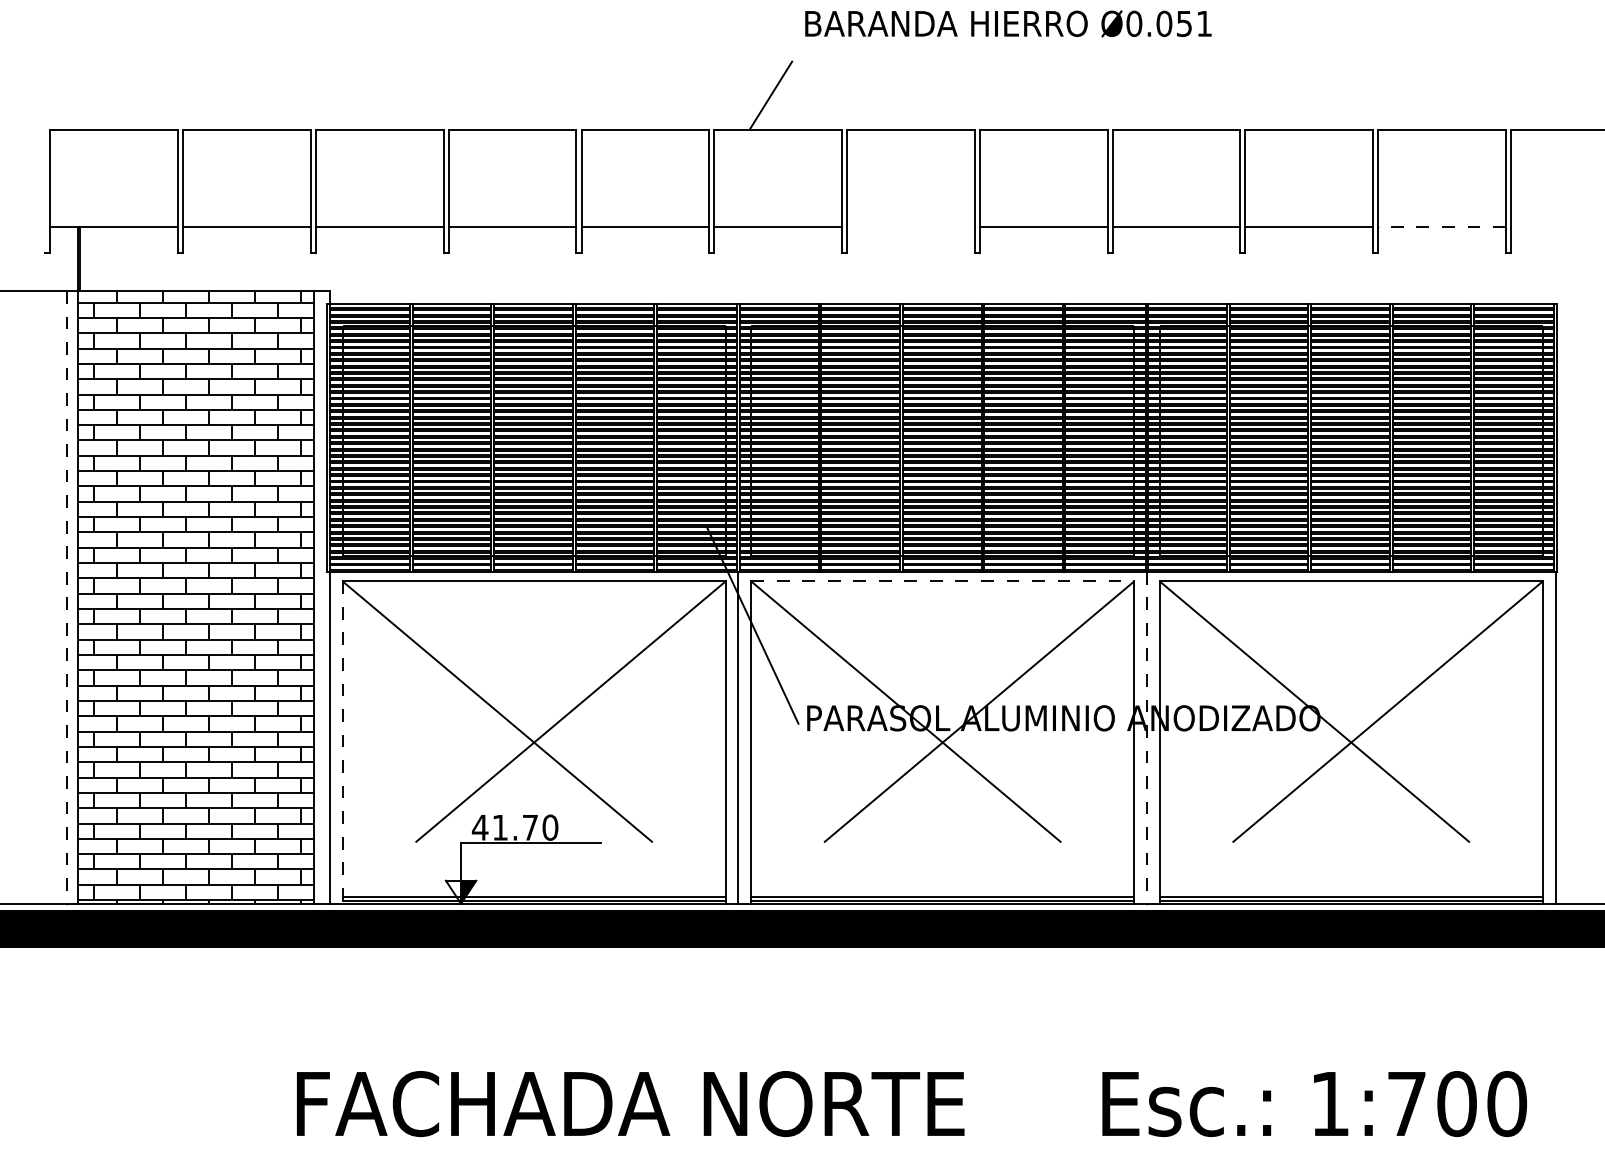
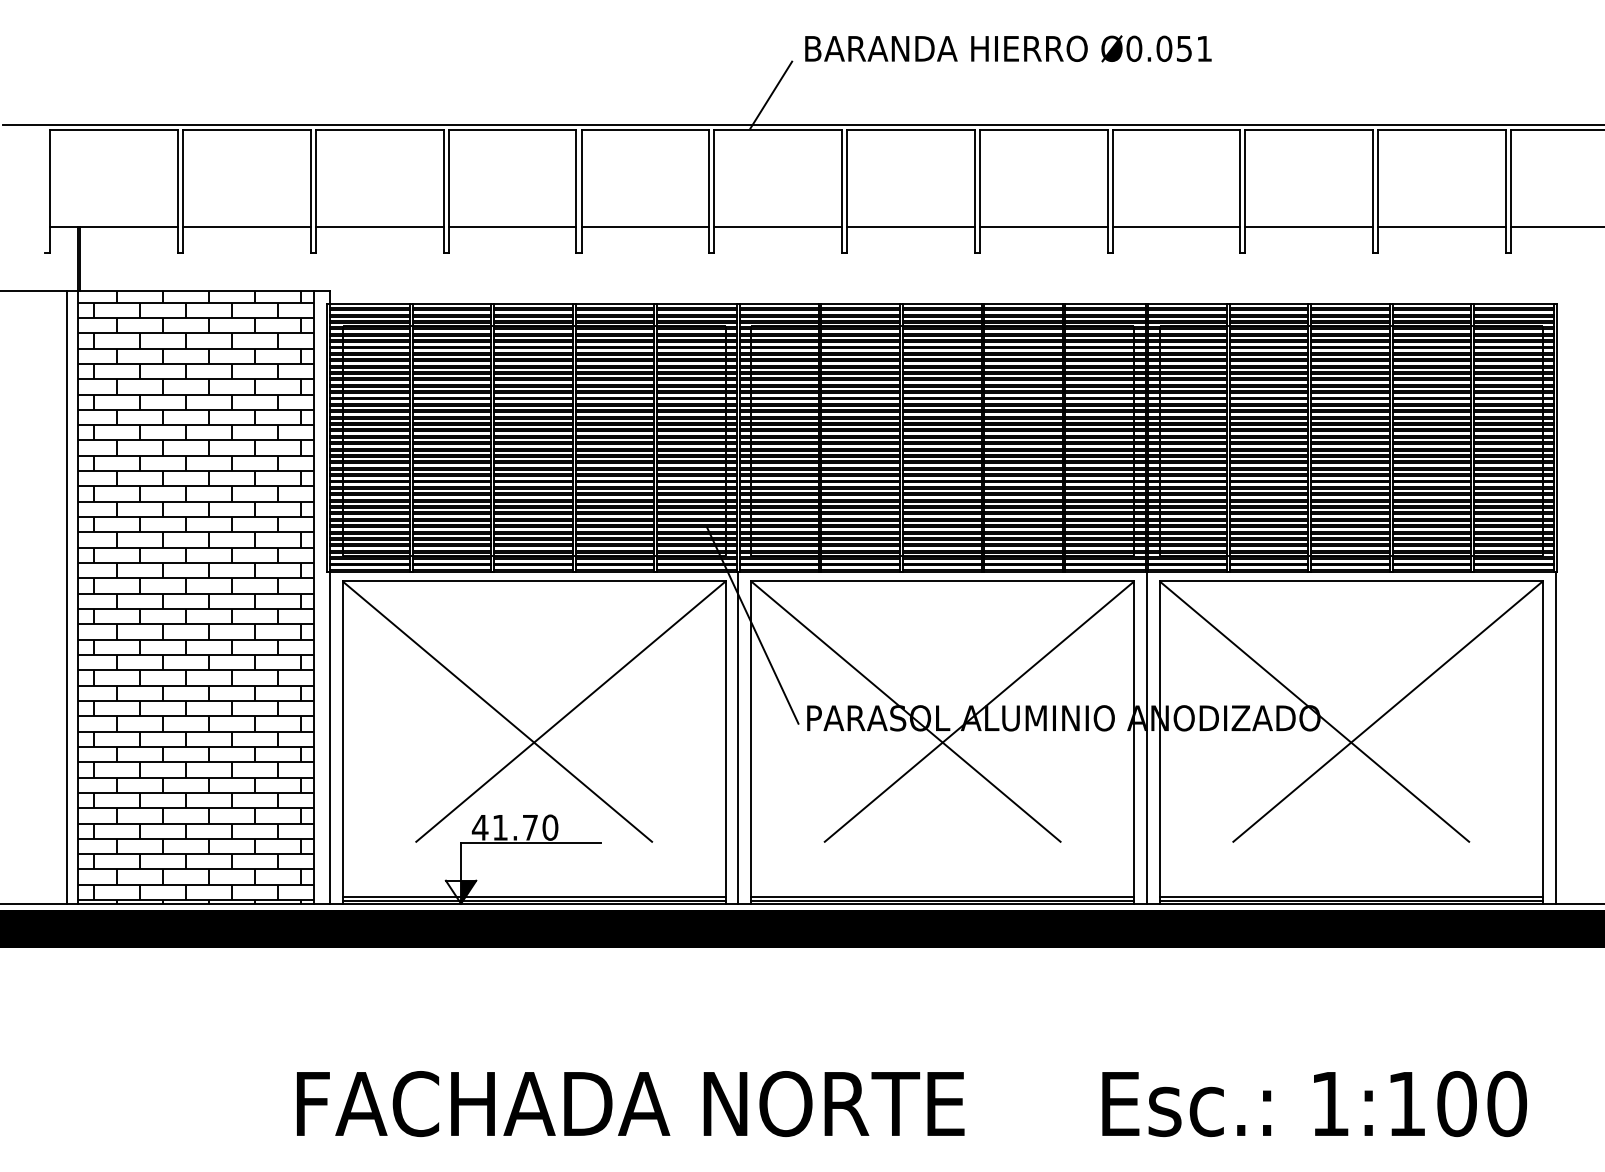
text at (1008, 23) position: (1008, 23) -> (1008, 48)
line at (802, 125): none -> present
line at (910, 227): none -> present
line at (1442, 227): dashed -> solid
line at (1555, 227): none -> present
line at (942, 581): dashed -> solid
line at (66, 597): dashed -> solid
line at (1146, 737): dashed -> solid
line at (342, 743): dashed -> solid
text at (1406, 1103): 1:700 -> 1:100
